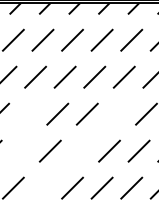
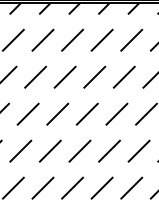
line at (27, 113): none -> present
line at (116, 113): none -> present
line at (20, 150): none -> present
line at (79, 150): none -> present
line at (42, 187): none -> present
